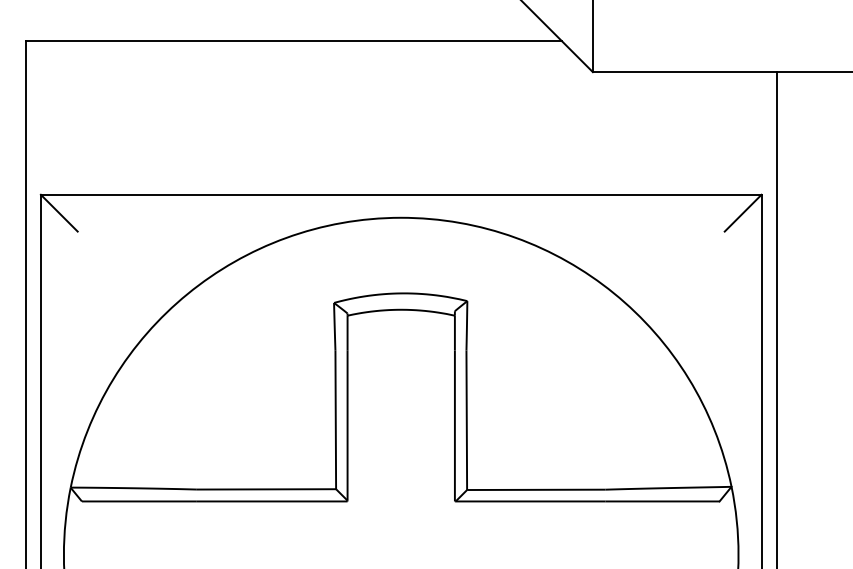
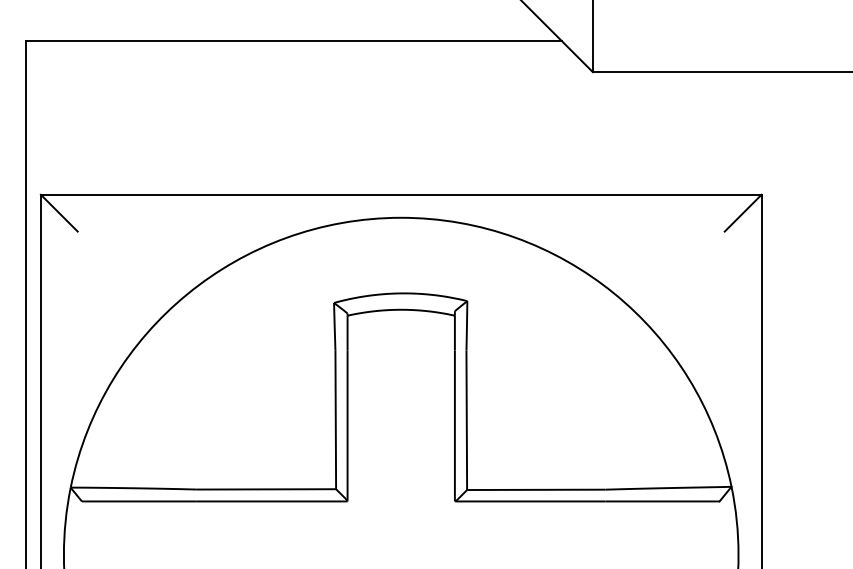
line at (776, 318): present -> none
